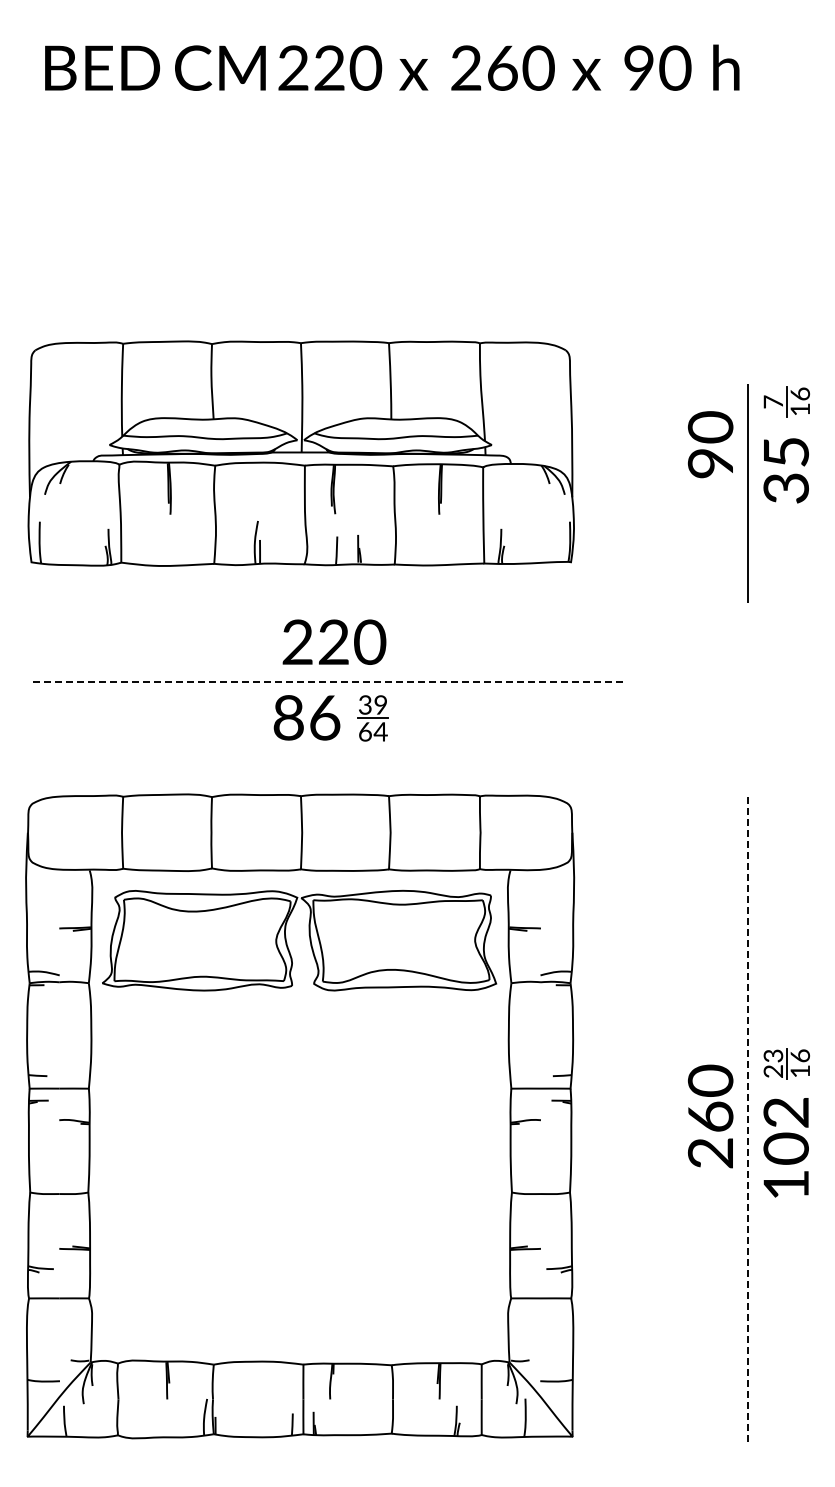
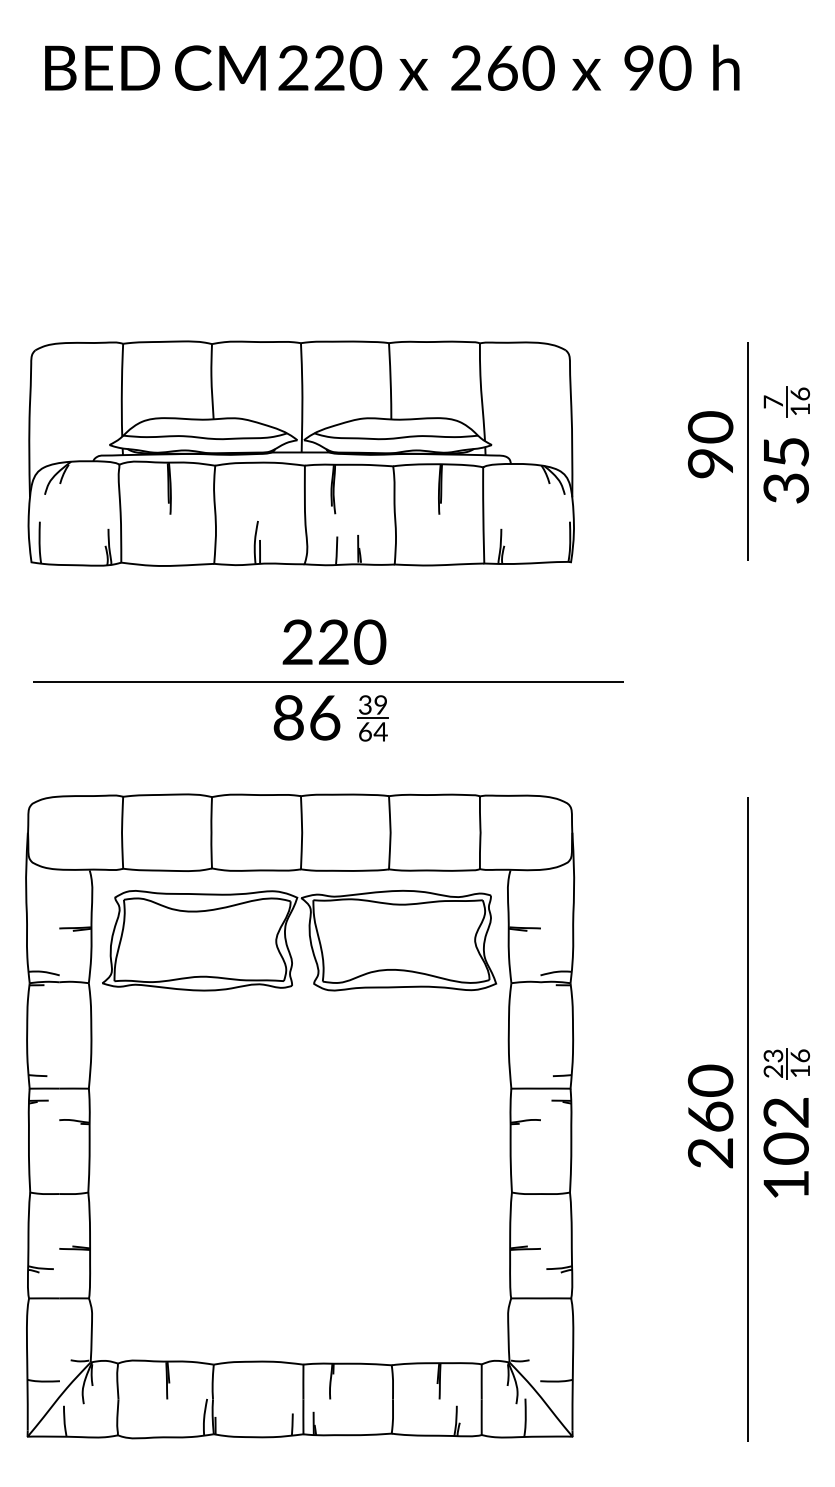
line at (747, 493) position: (747, 493) -> (747, 451)
line at (328, 682): dashed -> solid
line at (748, 1119): dashed -> solid
